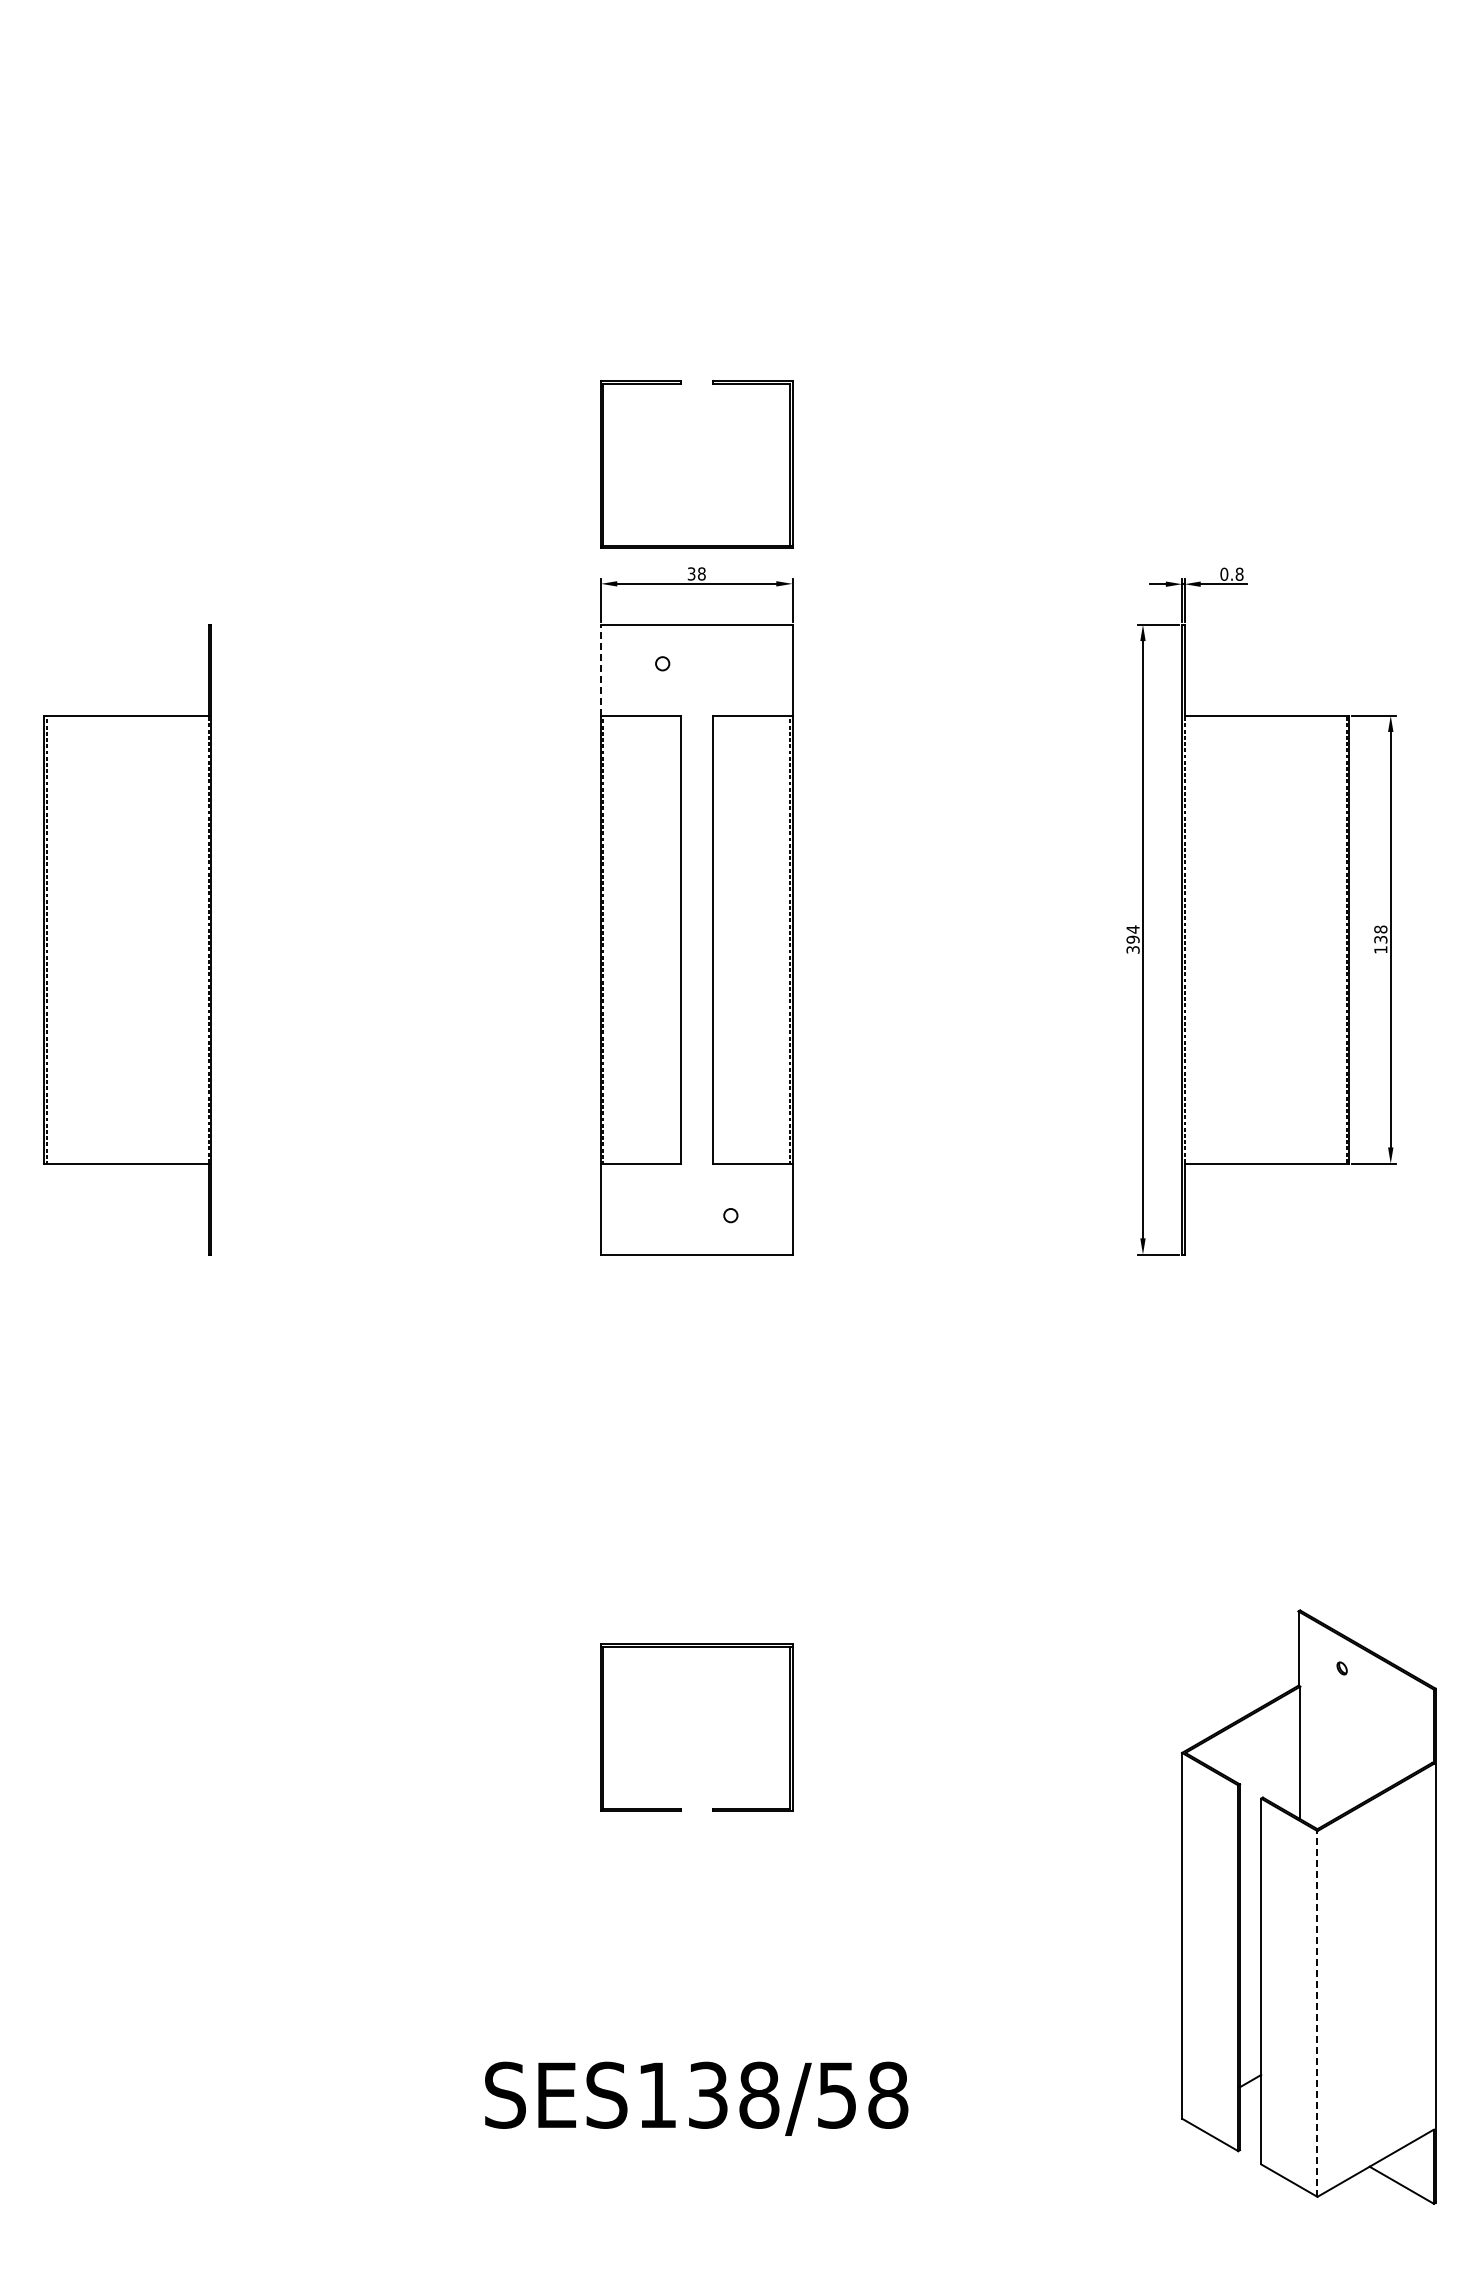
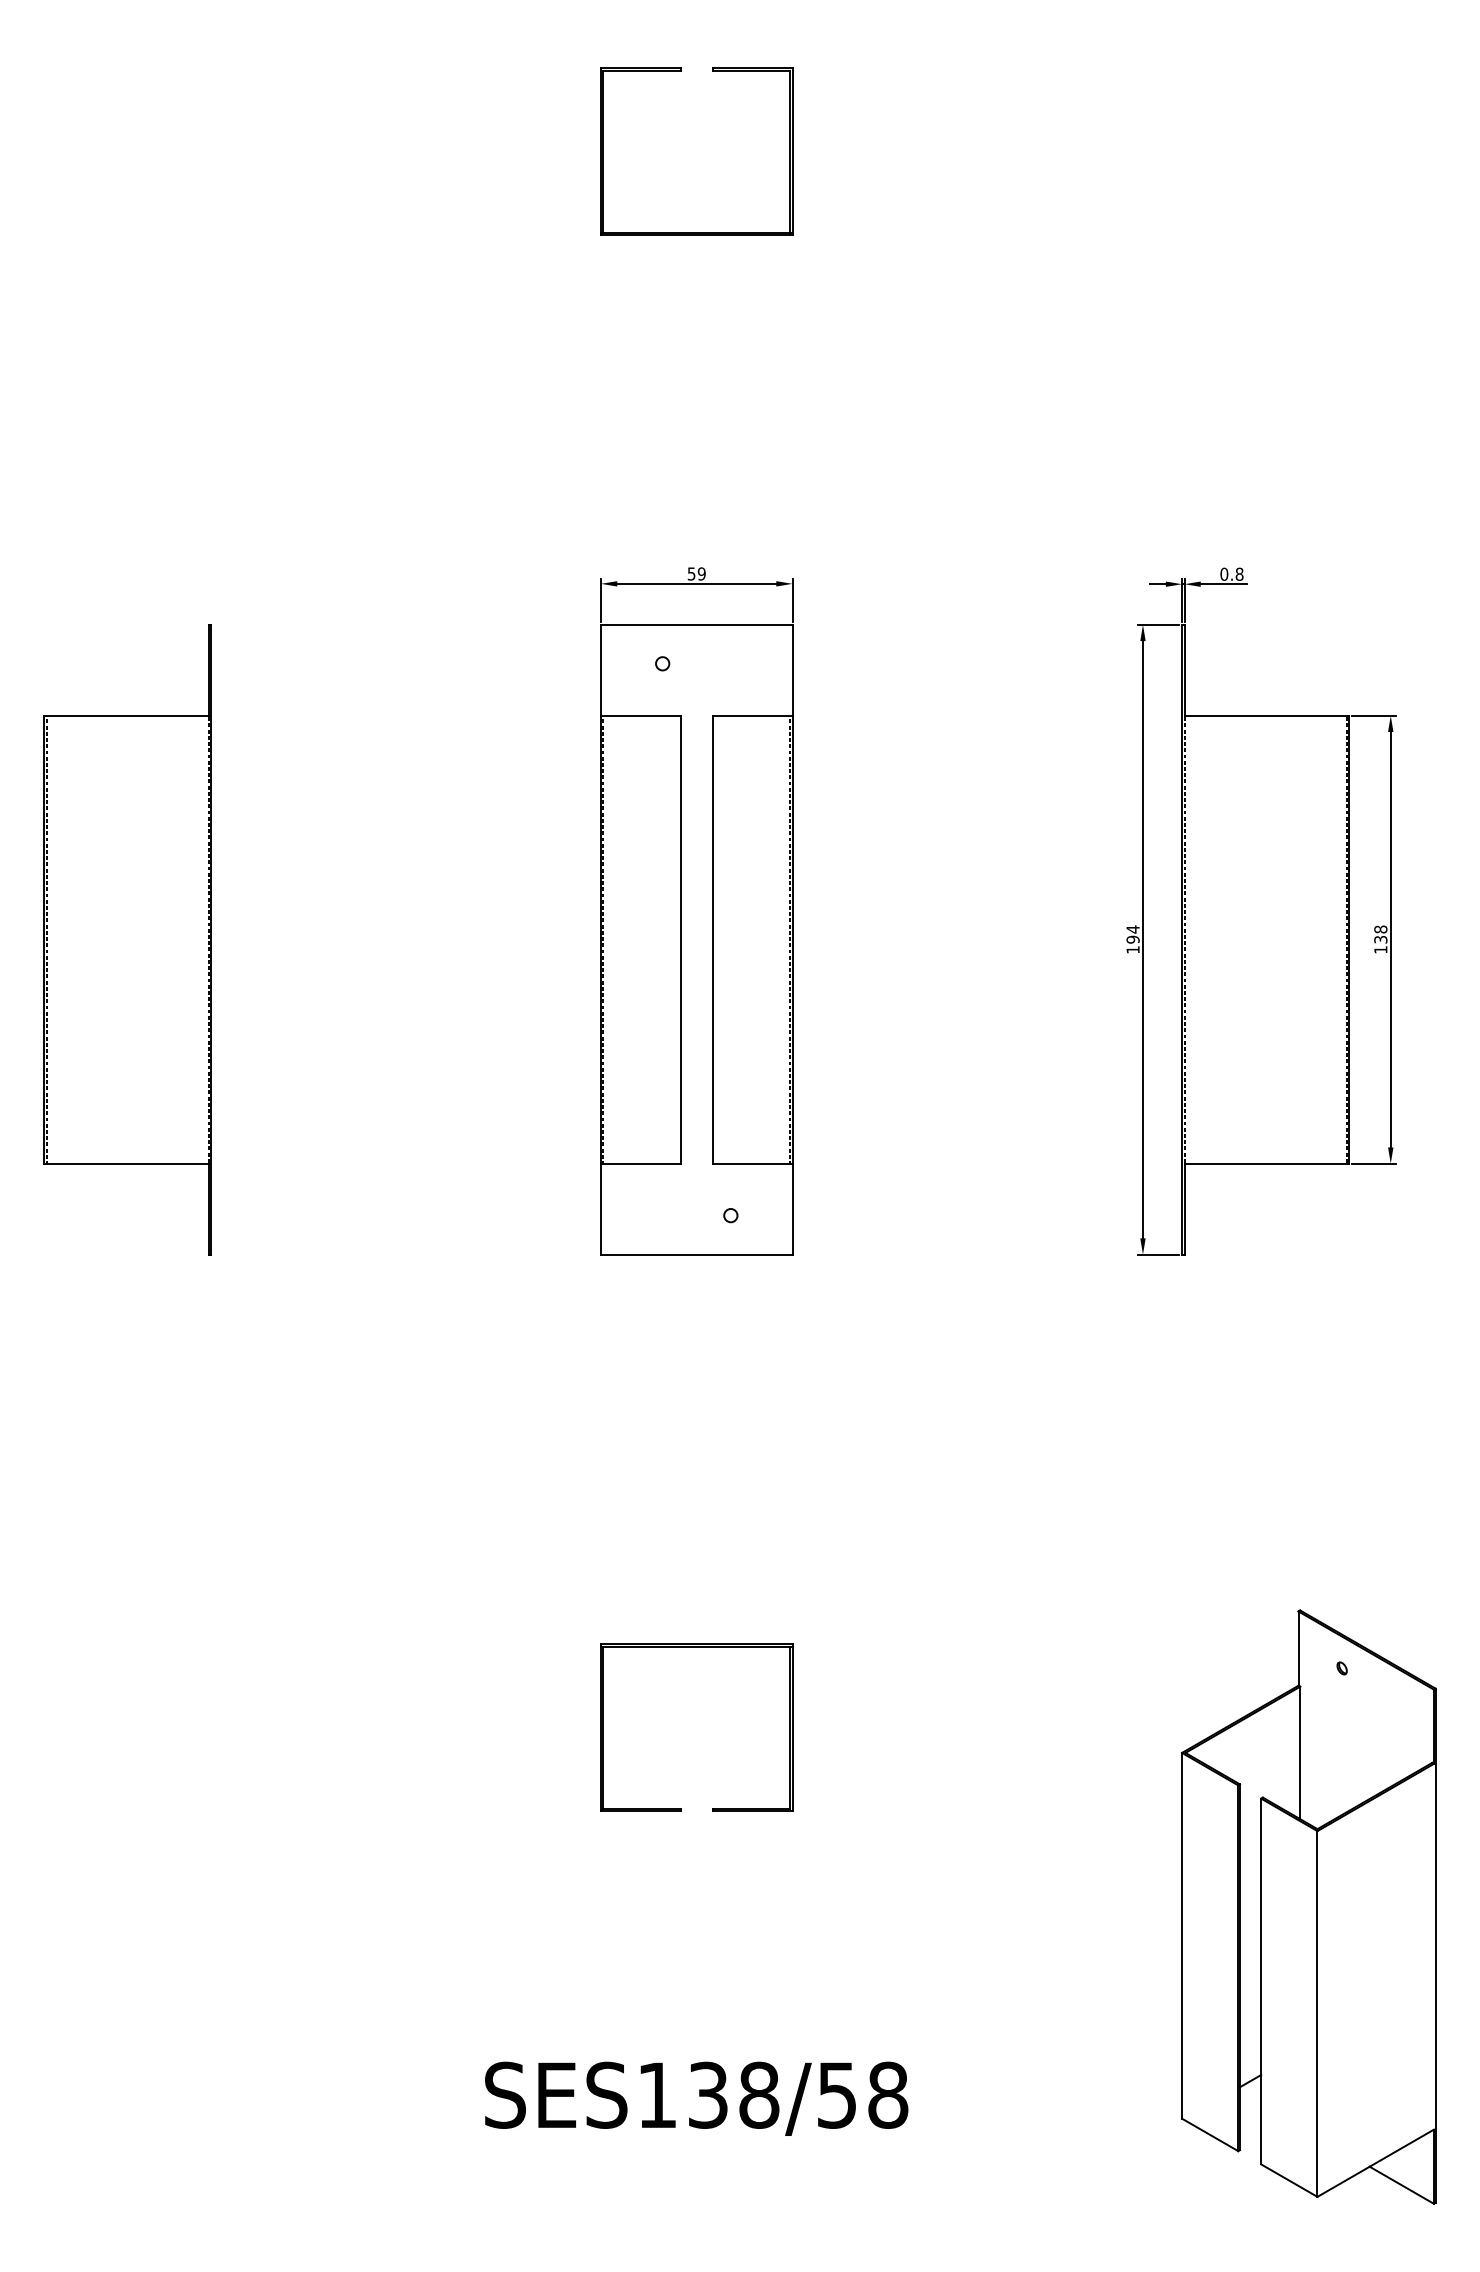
part at (696, 545) position: (696, 545) -> (696, 232)
text at (696, 573): 38 -> 59
line at (601, 669): dashed -> solid
text at (1132, 949): 394 -> 194
line at (1317, 2014): dashed -> solid
